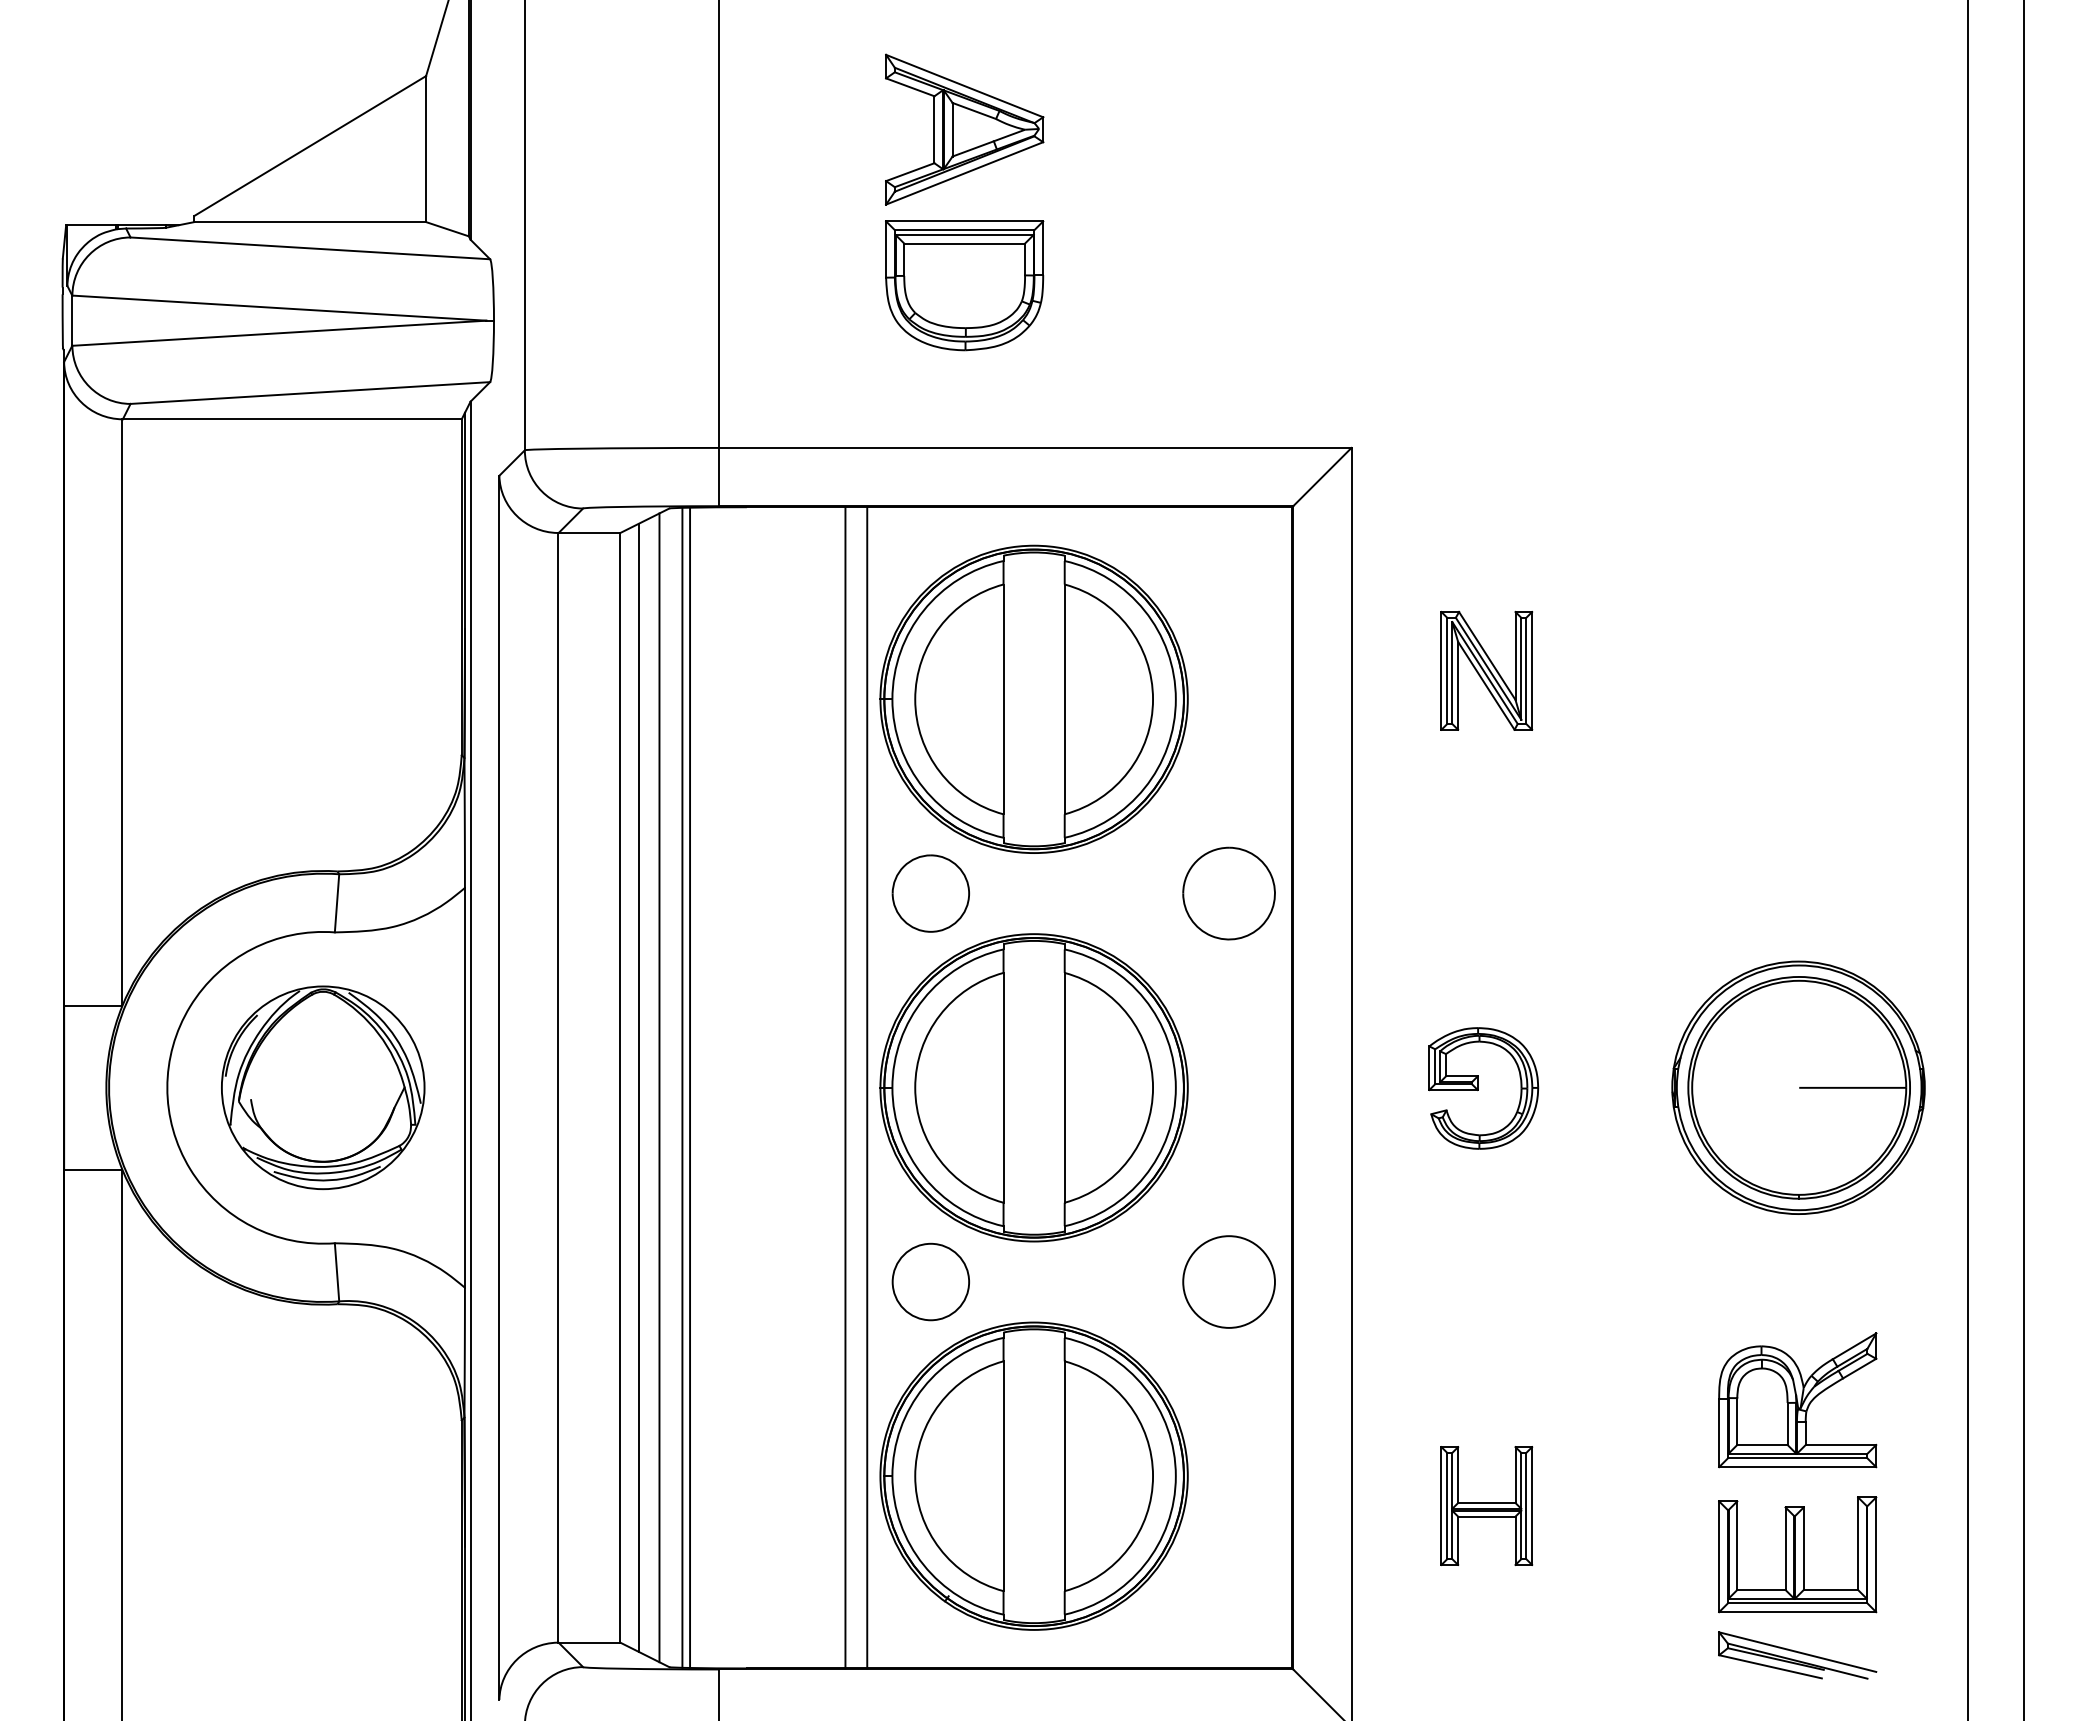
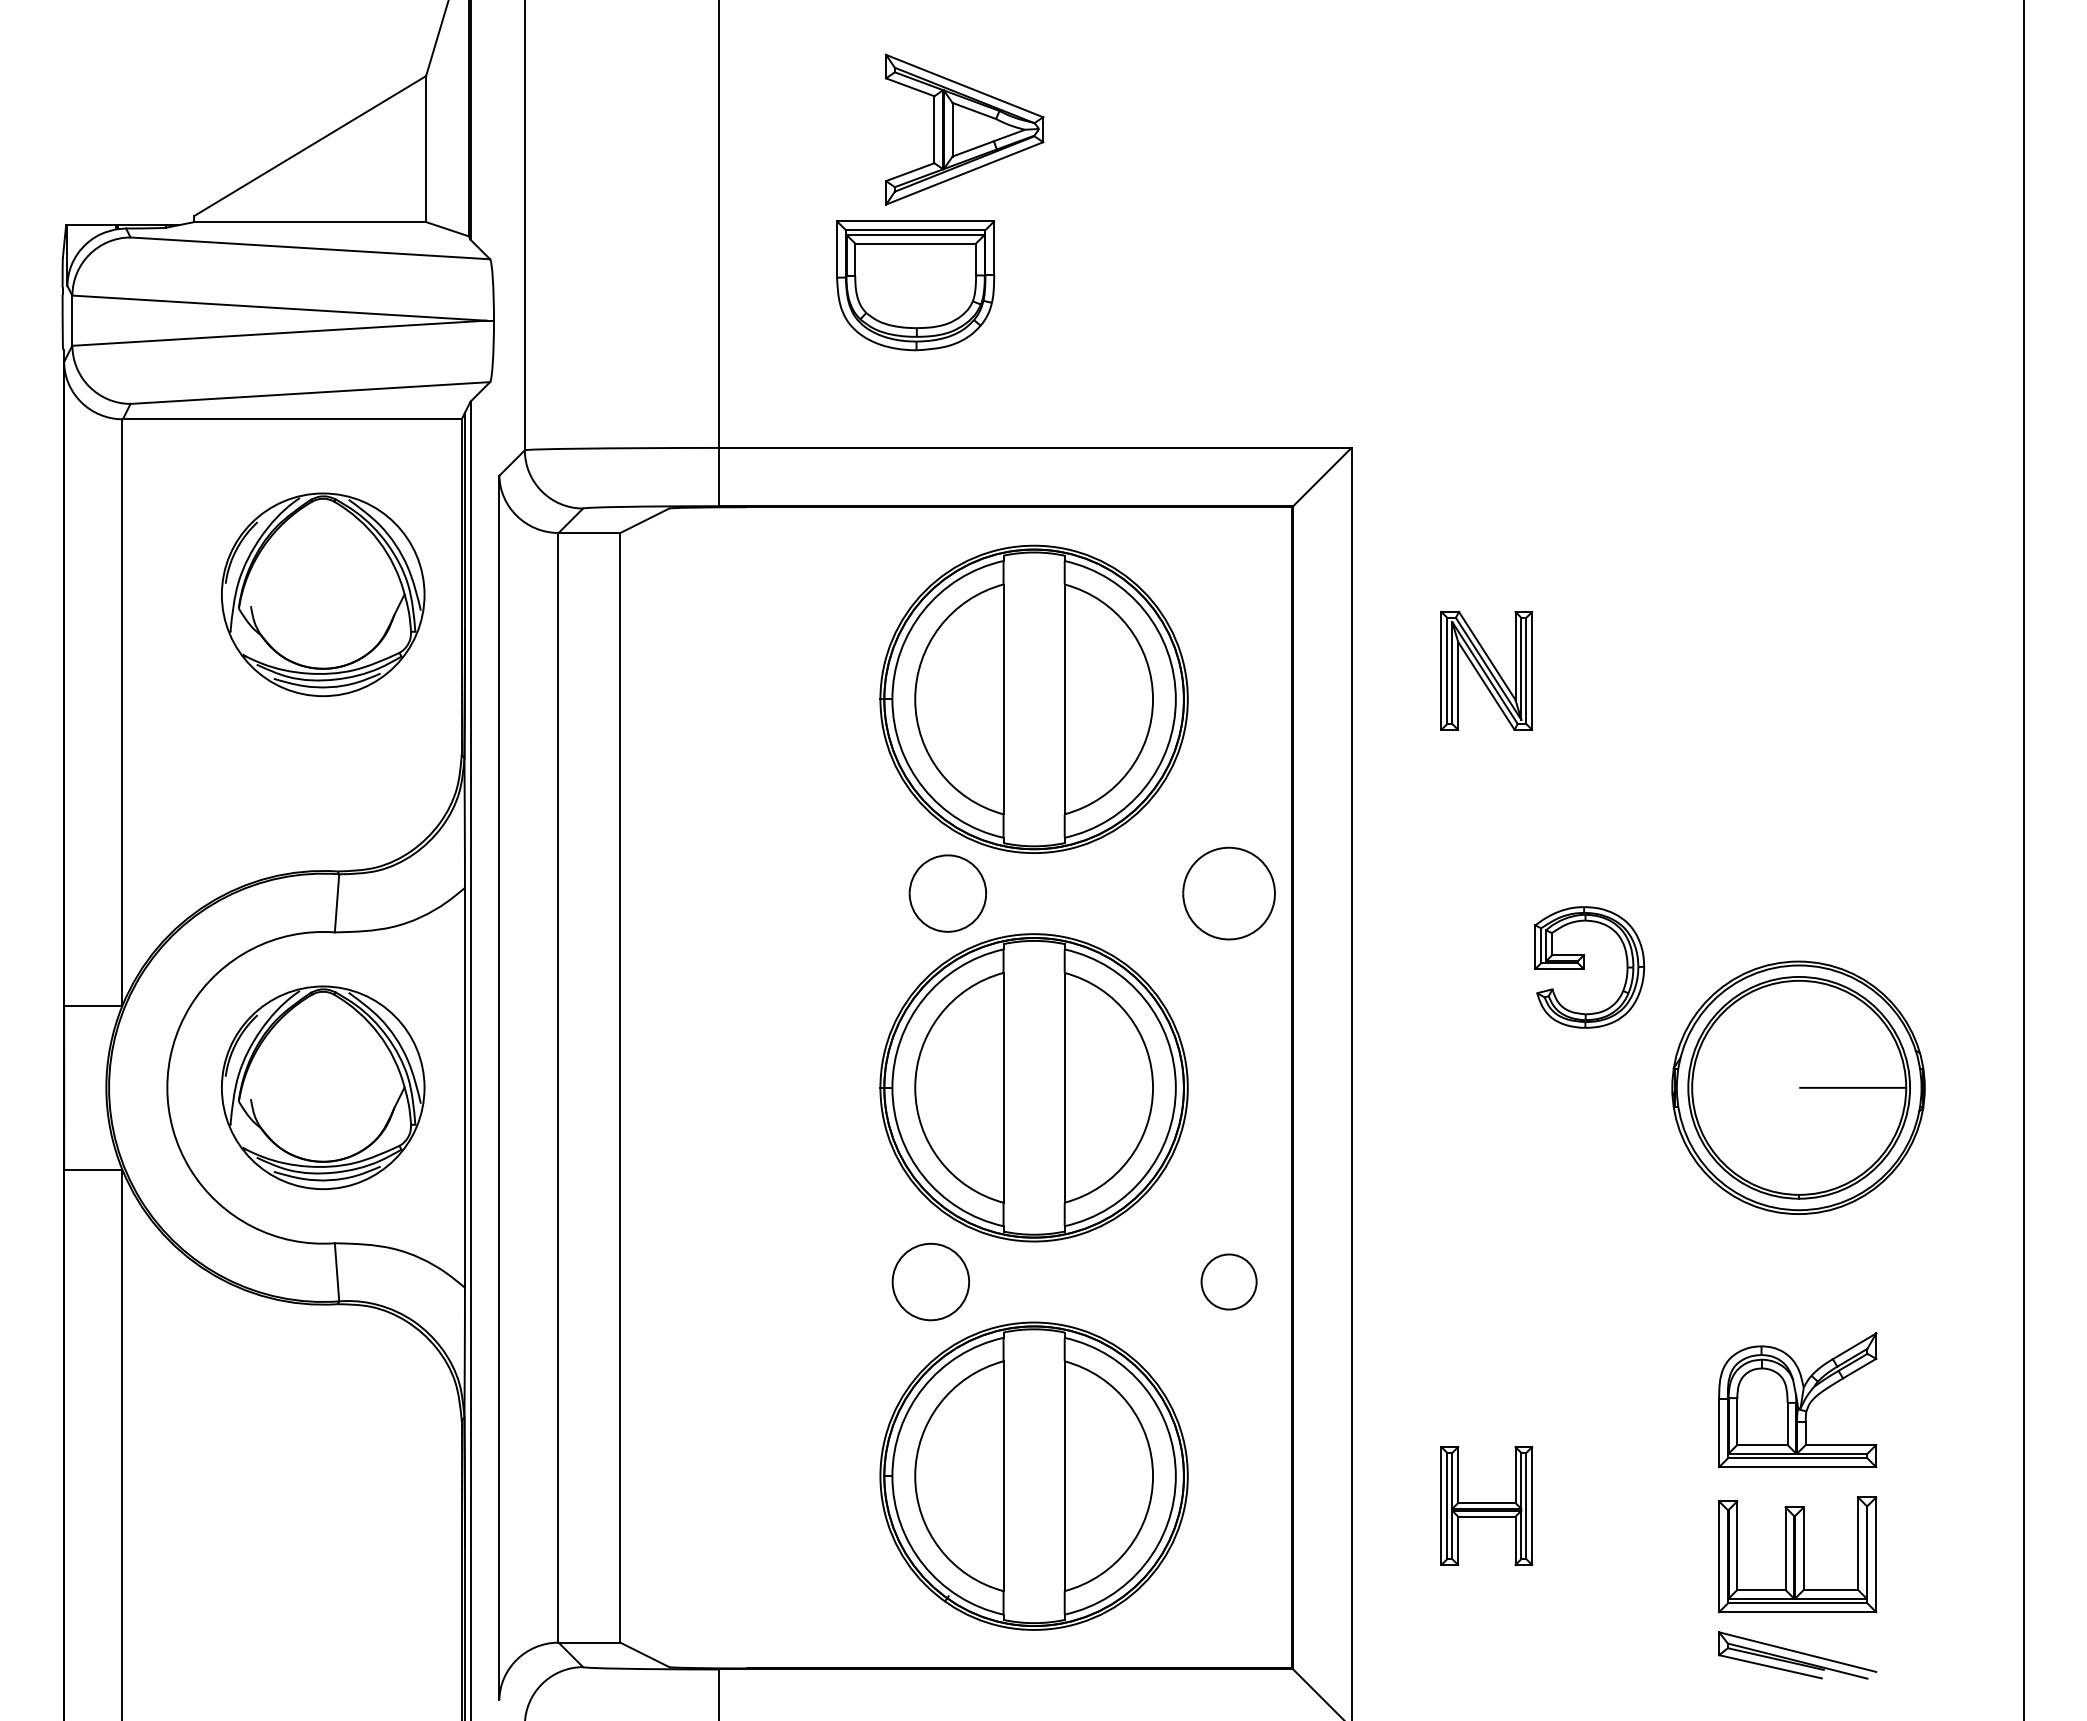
part at (964, 285) position: (964, 285) -> (915, 285)
part at (323, 594): none -> present
line at (1968, 859): present -> none
part at (930, 893) position: (930, 893) -> (947, 893)
line at (638, 1087): present -> none
line at (659, 1087): present -> none
line at (682, 1087): present -> none
line at (690, 1087): present -> none
line at (845, 1087): present -> none
line at (867, 1087): present -> none
part at (1483, 1088) position: (1483, 1088) -> (1589, 967)
circle at (1228, 1281) diameter: 92 px -> 55 px
